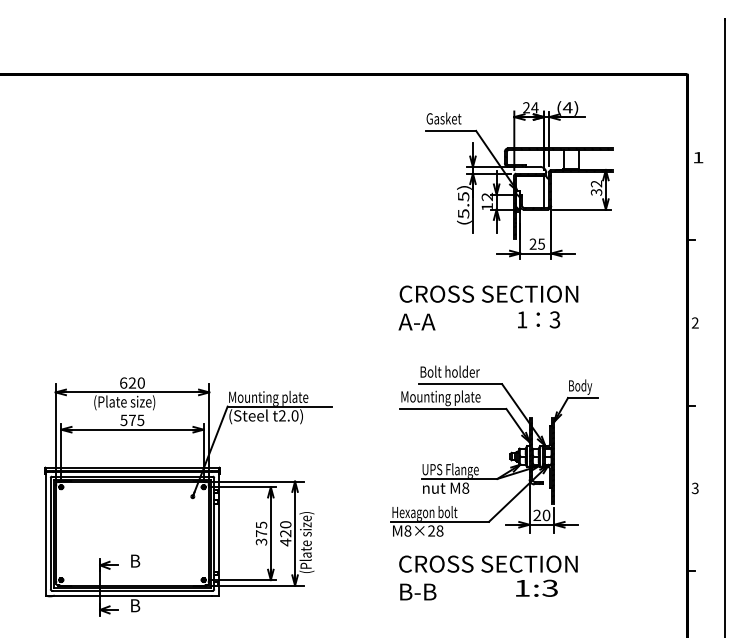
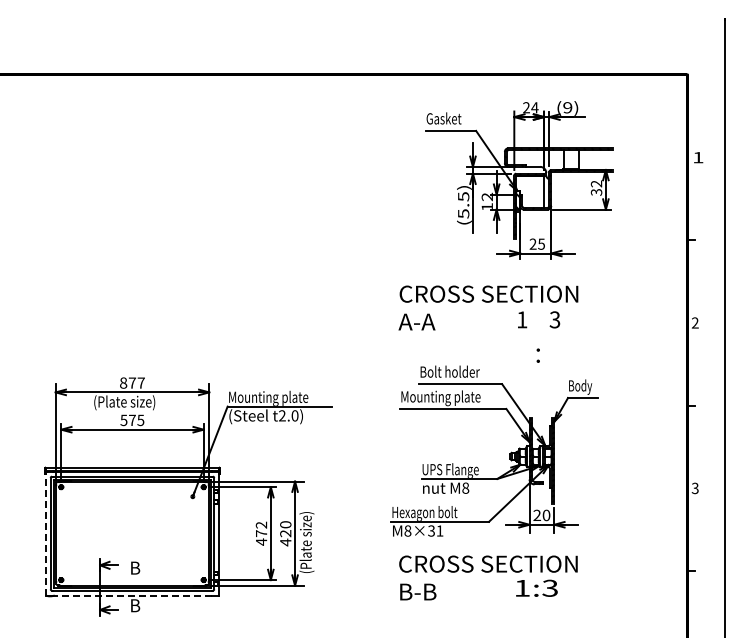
text at (567, 107): (4) -> (9)
text at (537, 319) position: (537, 319) -> (537, 355)
text at (132, 382): 620 -> 877
text at (435, 530): M8×28 -> M8×31
line at (45, 533): solid -> dashed
text at (261, 533): 375 -> 472
text at (135, 560) position: (135, 560) -> (135, 567)
line at (132, 595): solid -> dashed
